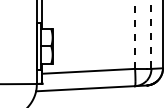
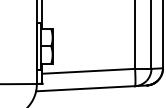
line at (135, 34): dashed -> solid
line at (151, 34): dashed -> solid
